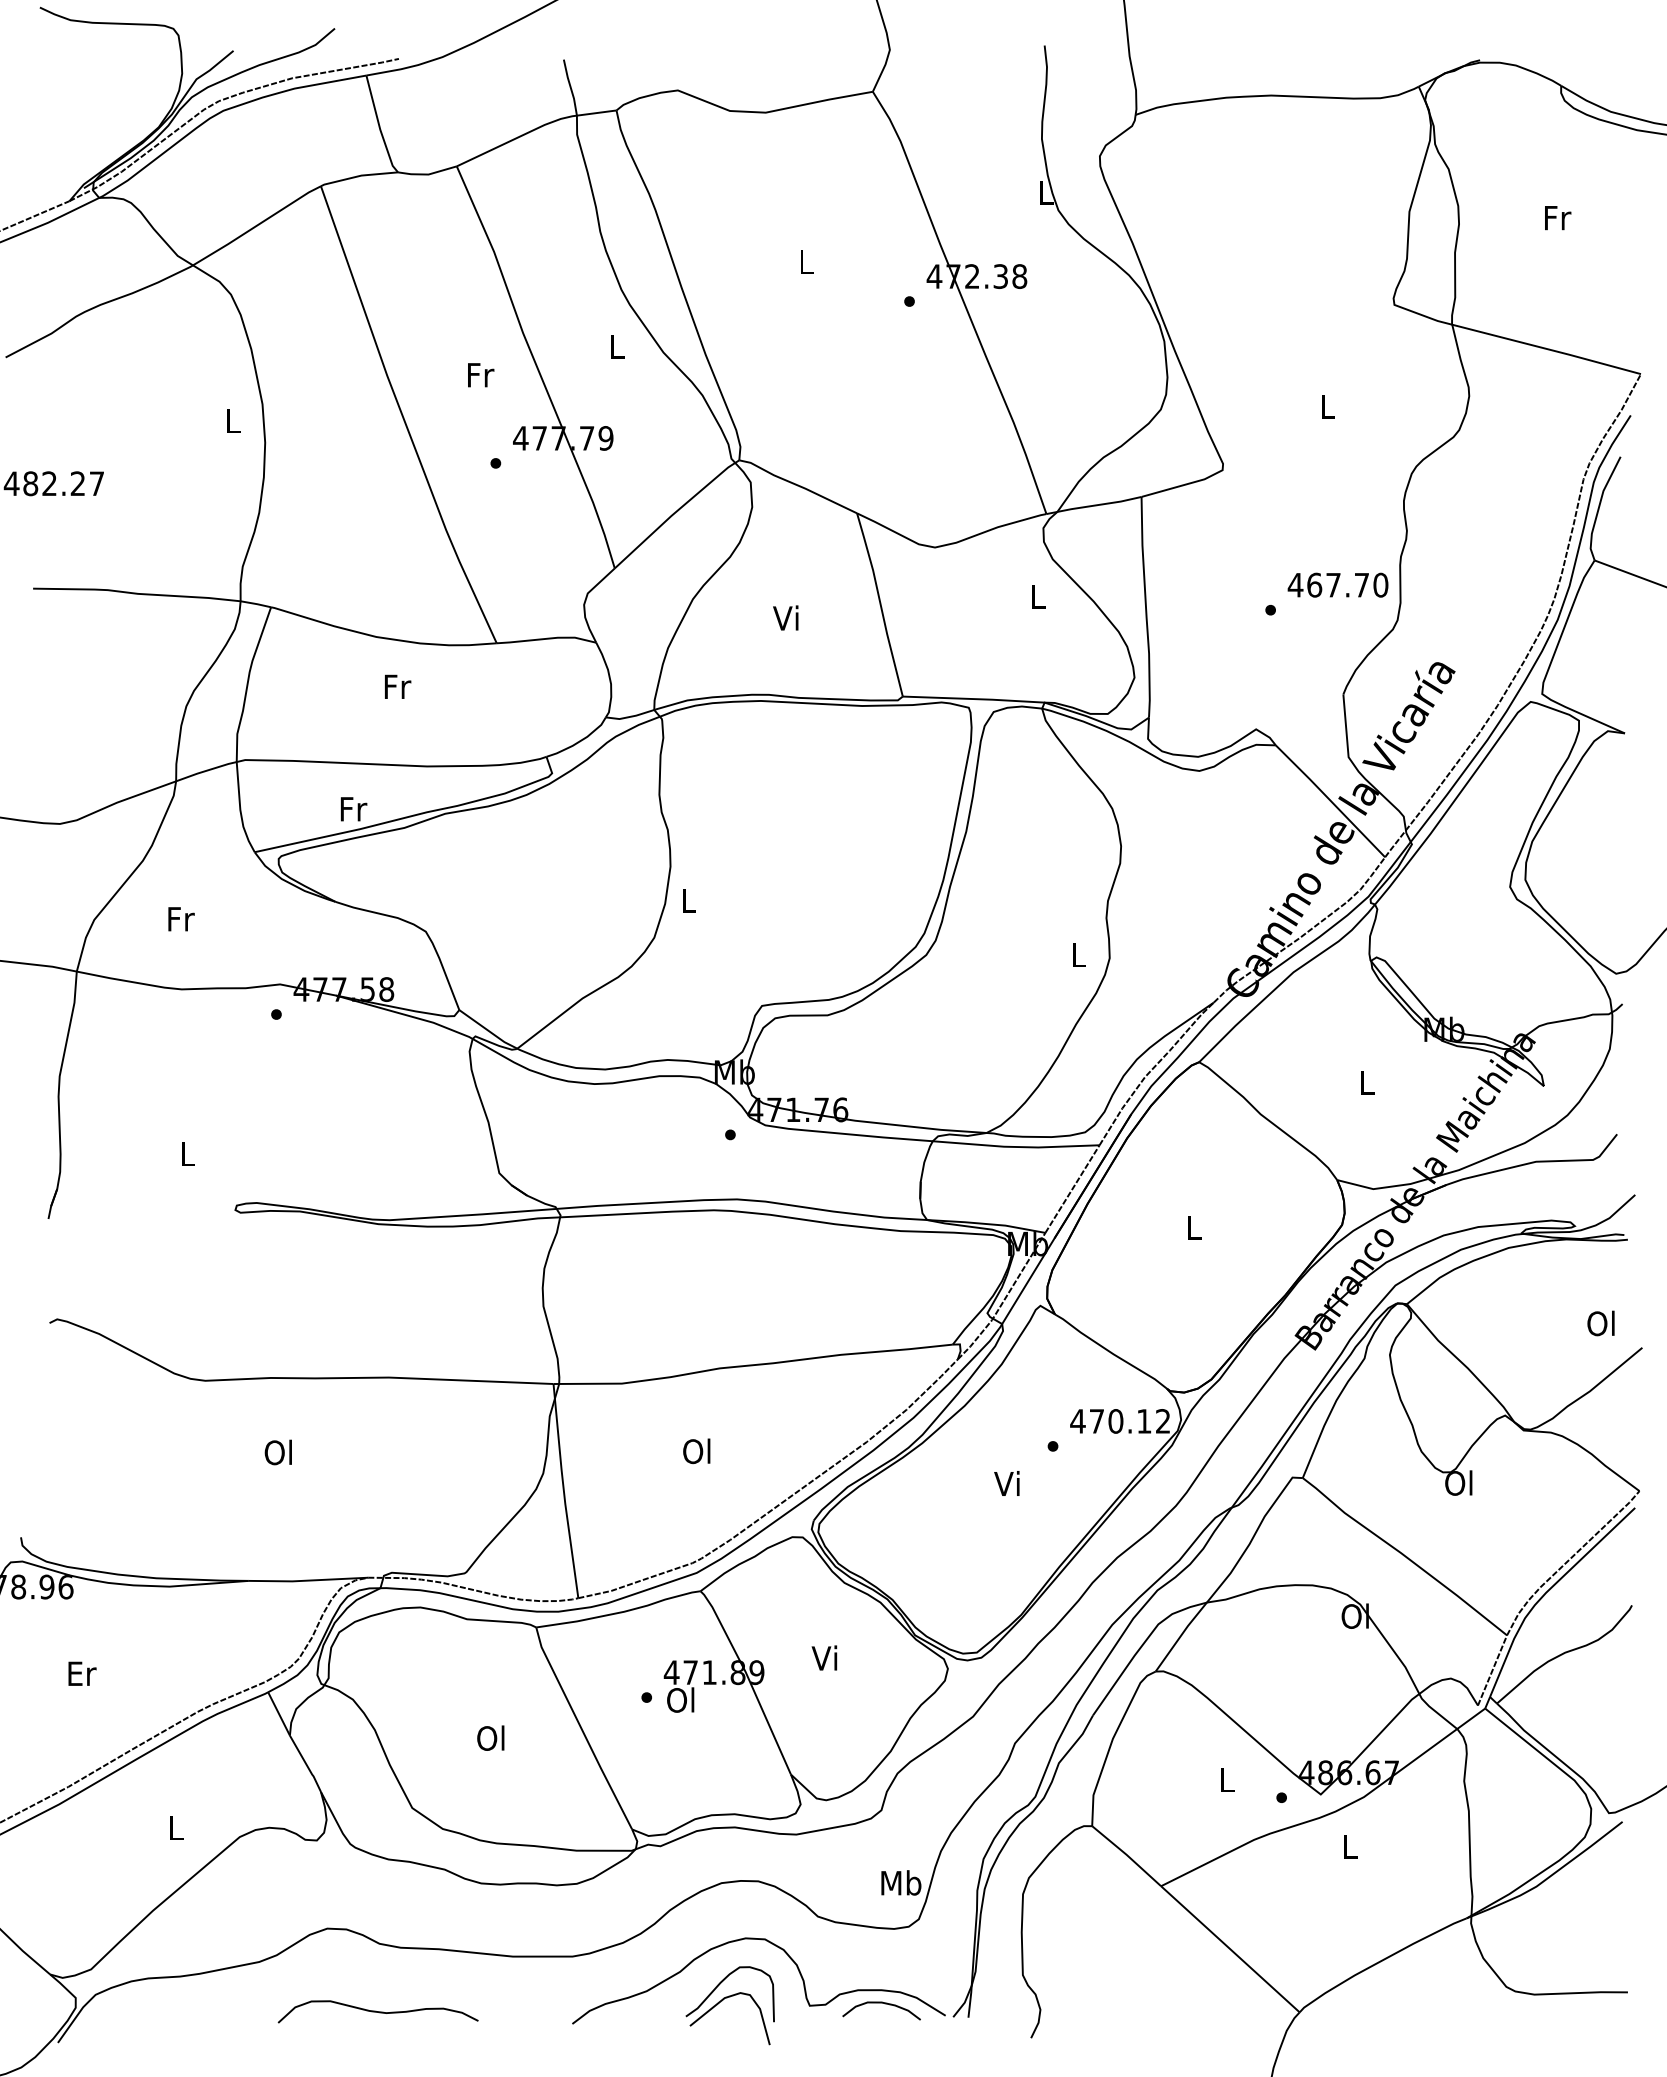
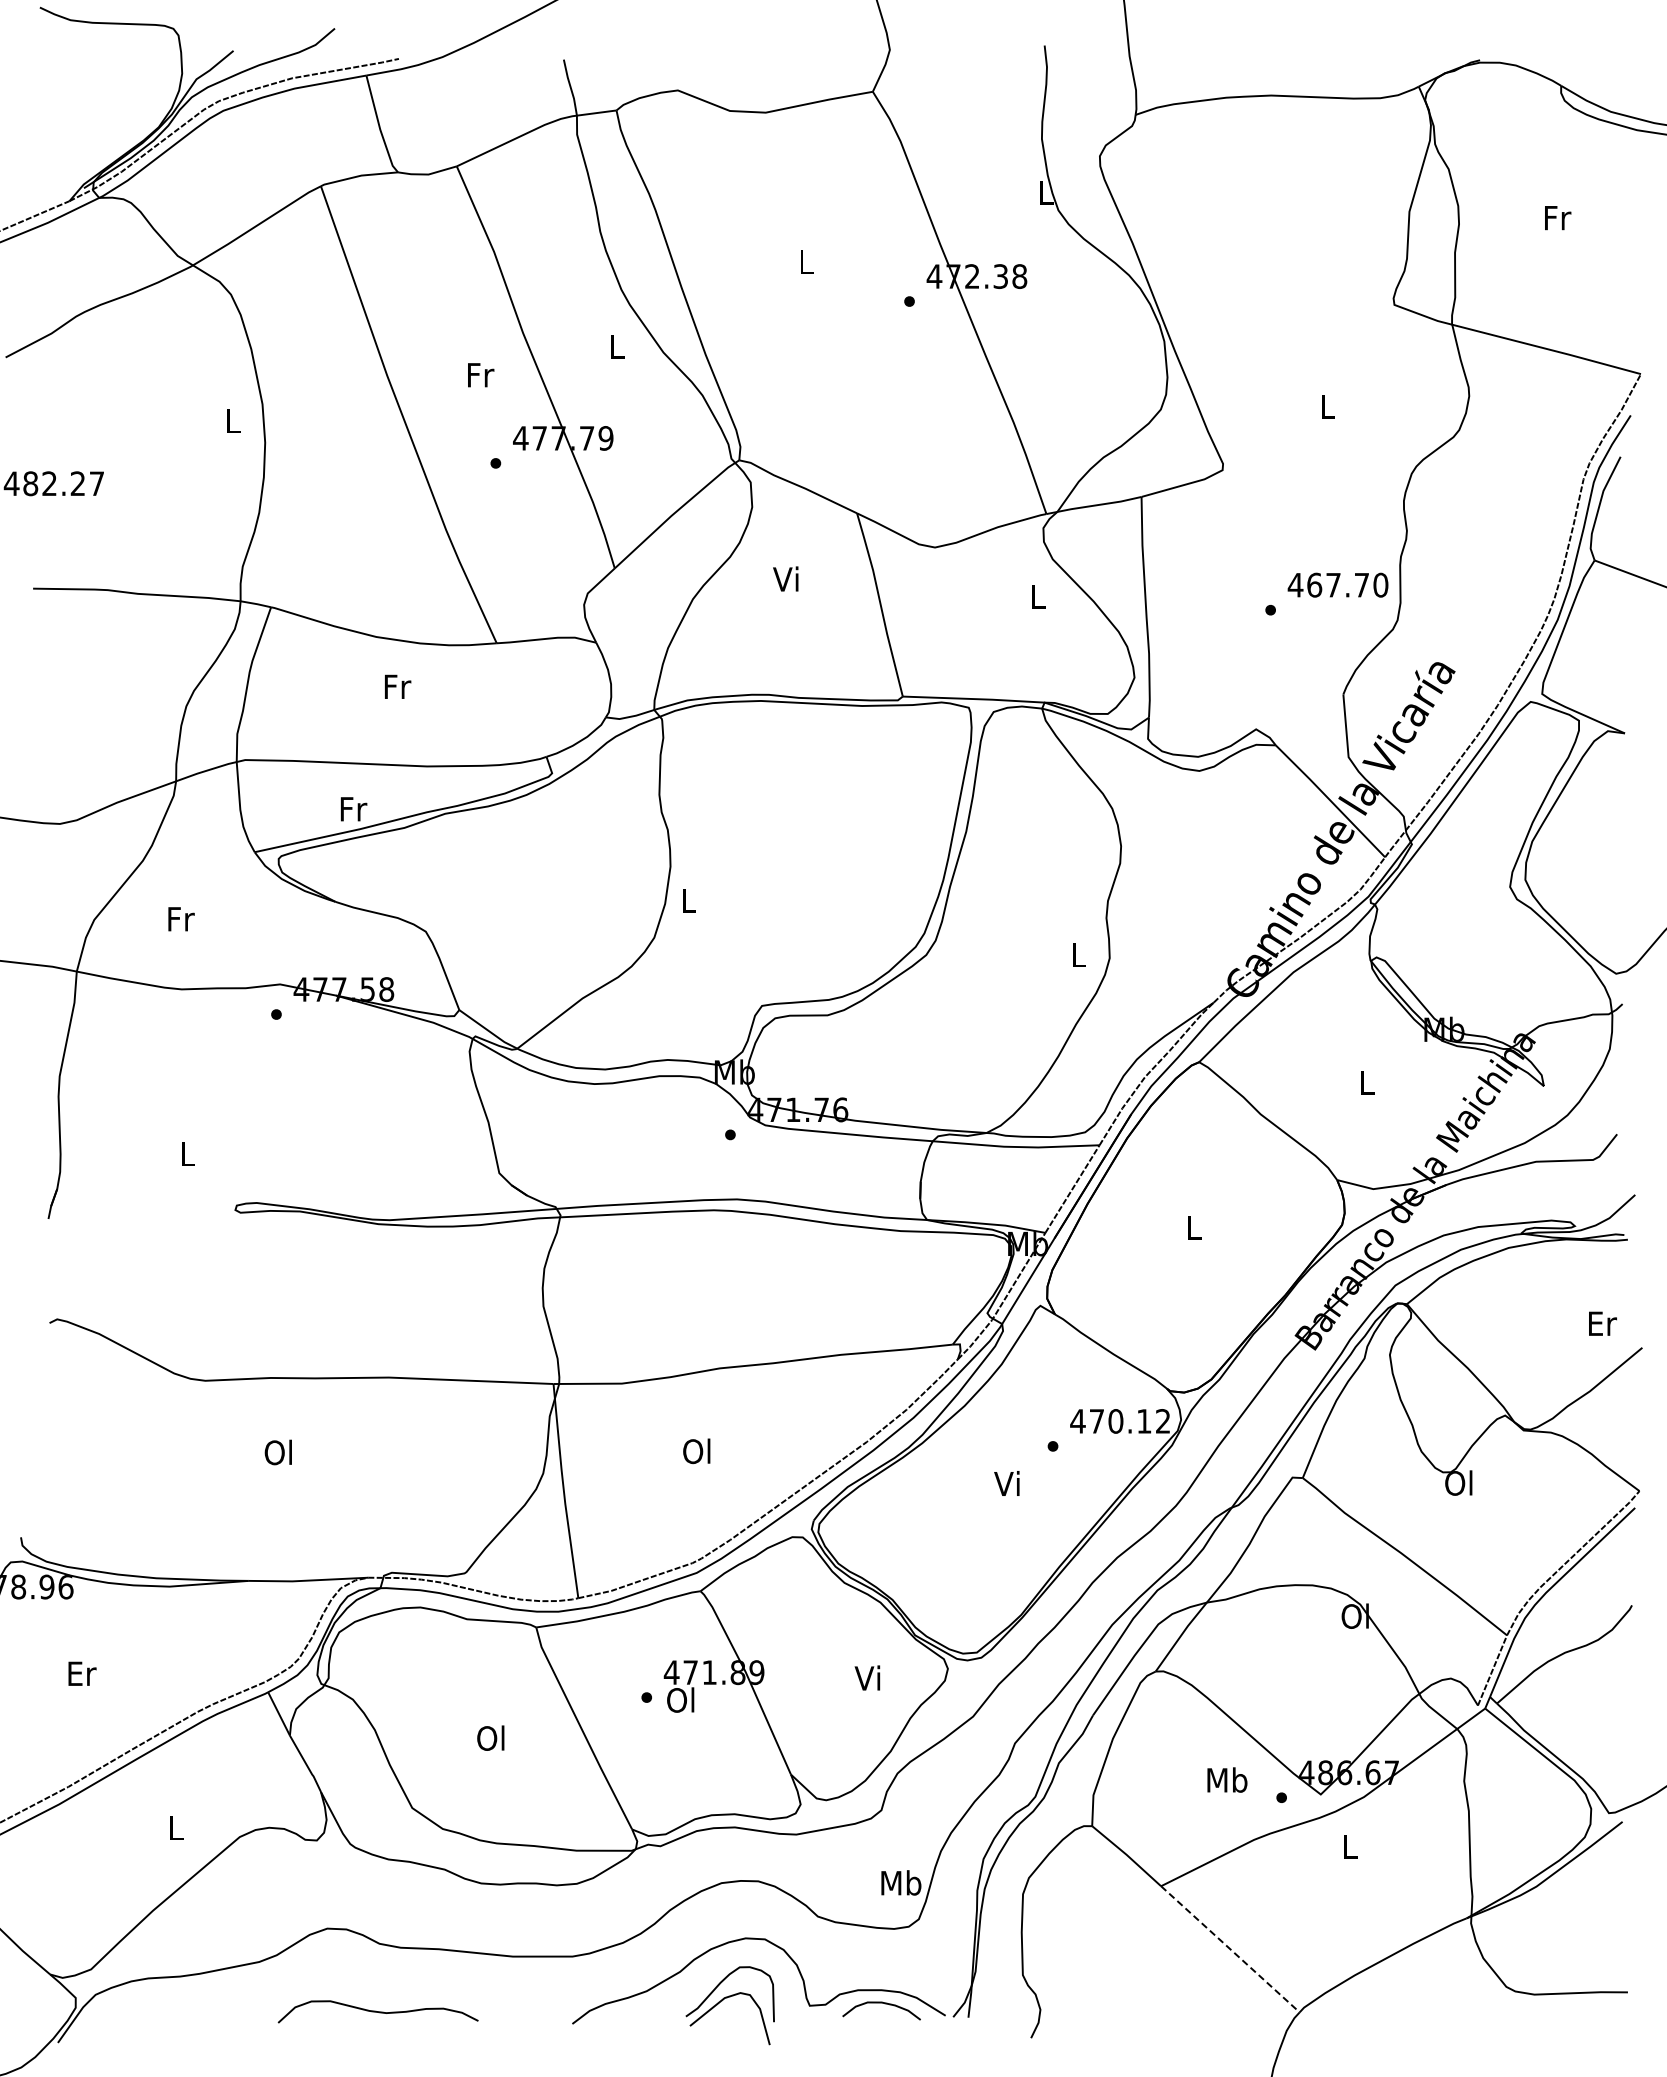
text at (785, 617) position: (785, 617) -> (785, 578)
text at (1602, 1323): Ol -> Er
text at (824, 1657) position: (824, 1657) -> (867, 1677)
text at (1227, 1779): L -> Mb
line at (1230, 1949): solid -> dashed
